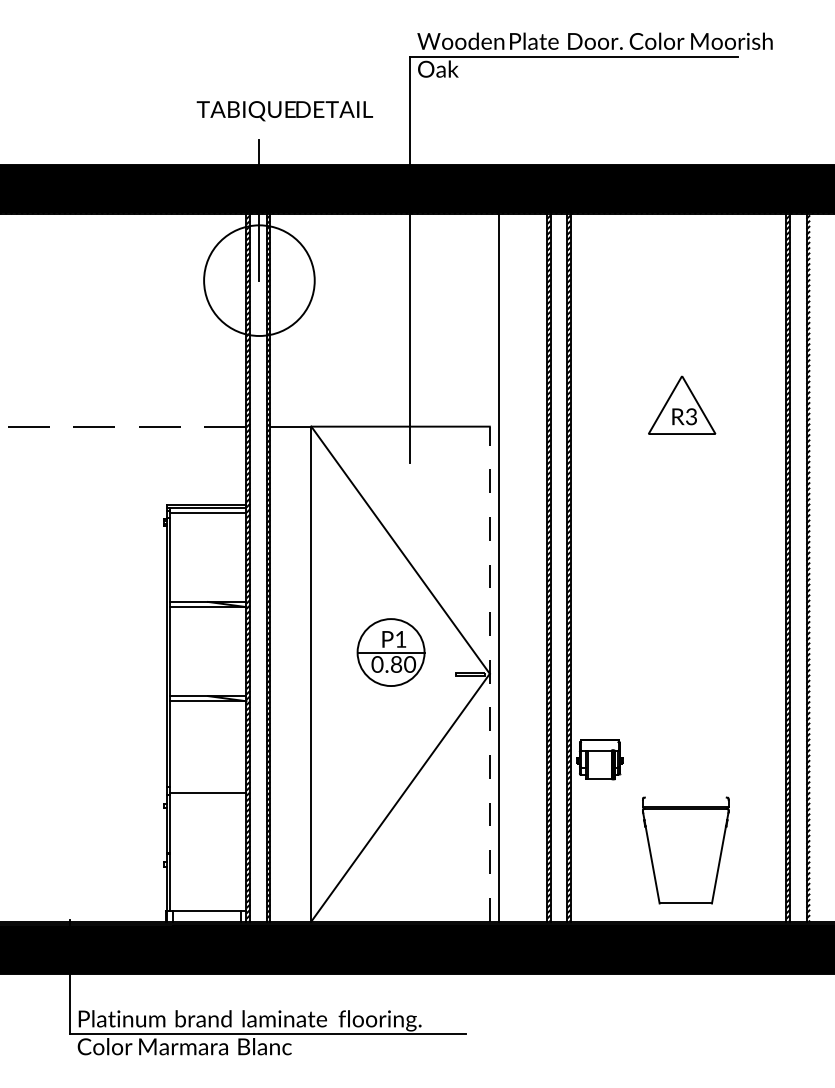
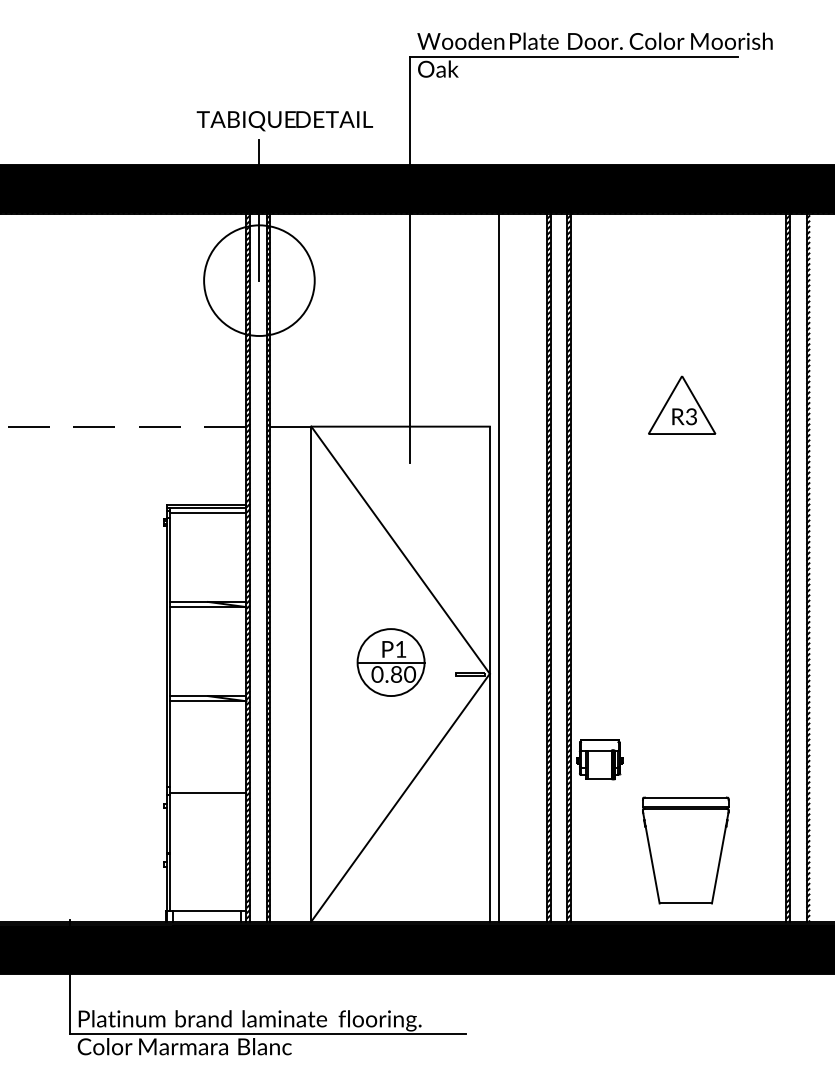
text at (284, 111) position: (284, 111) -> (284, 121)
part at (390, 652) position: (390, 652) -> (390, 662)
line at (489, 673): dashed -> solid
line at (685, 797): none -> present
